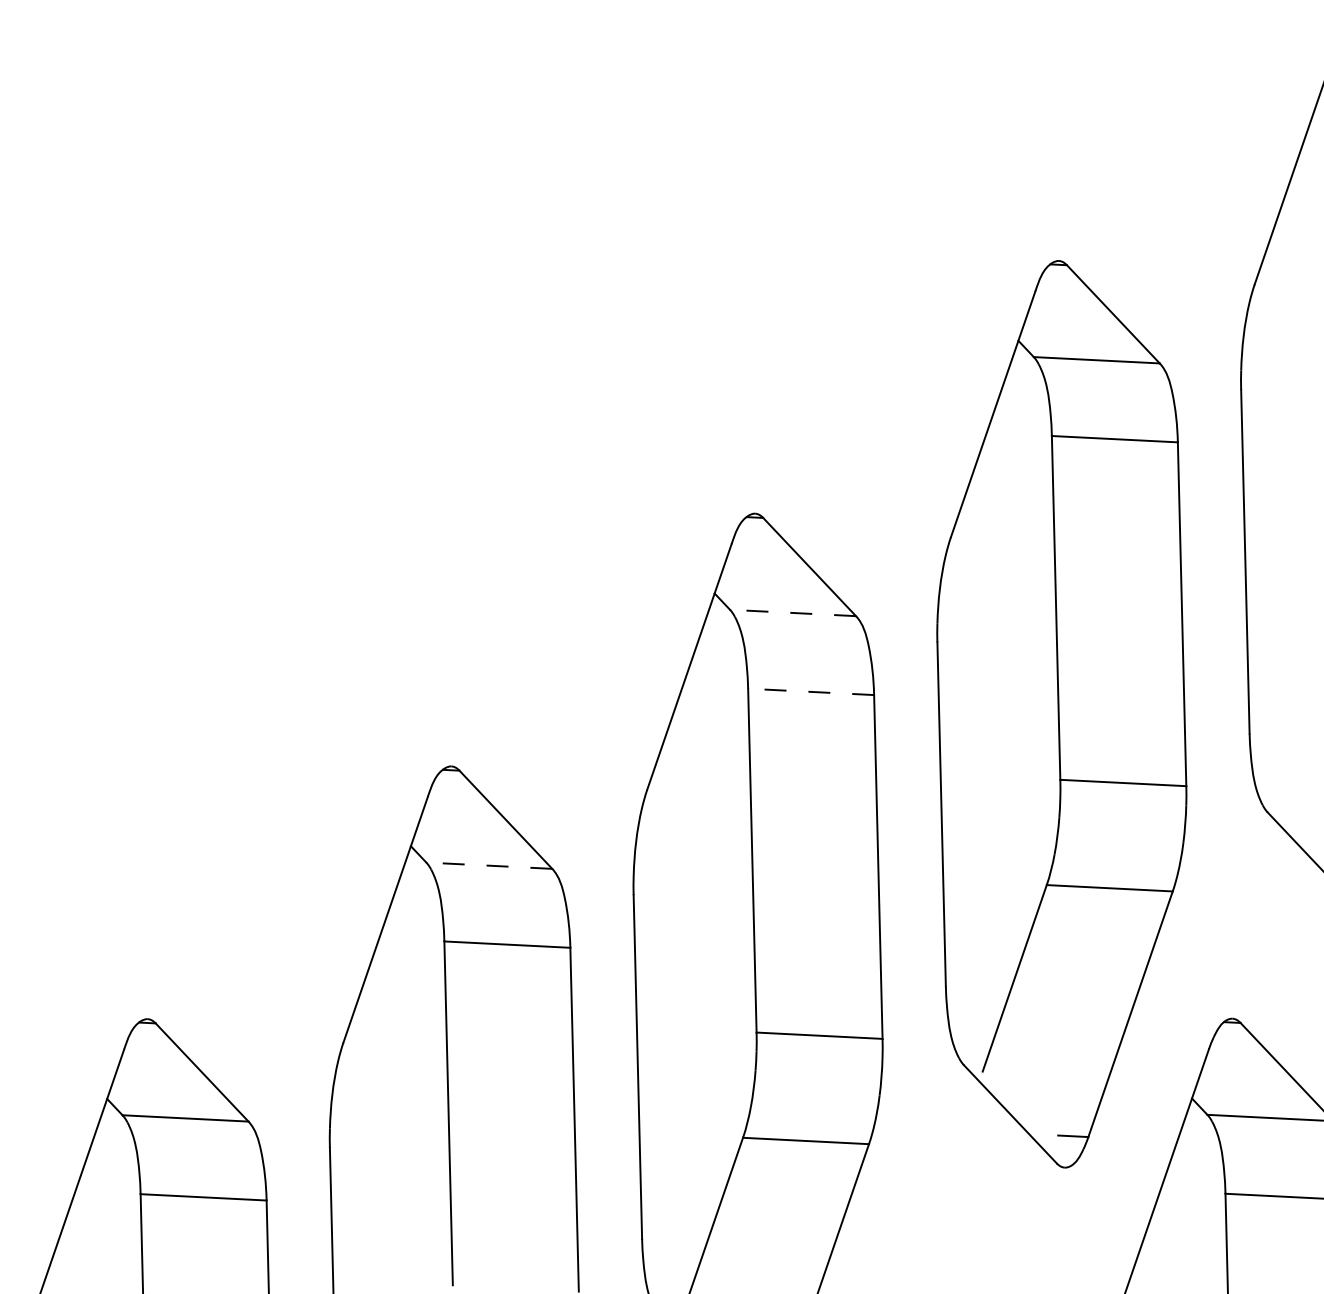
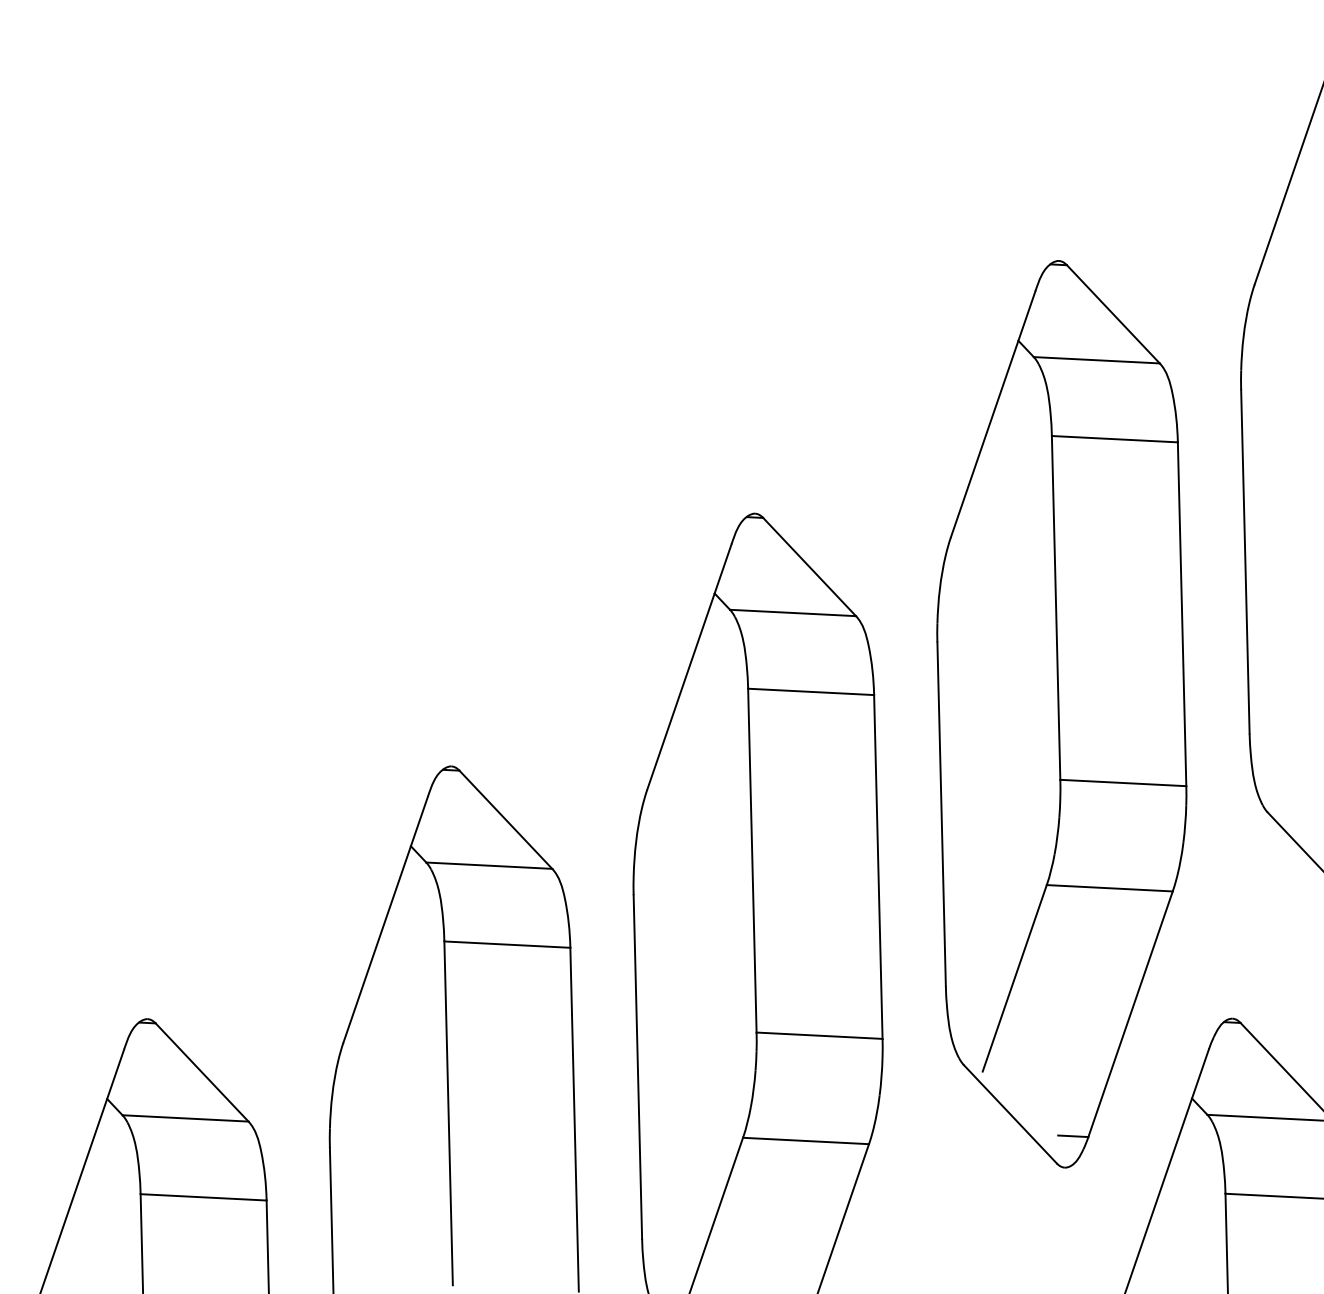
line at (792, 612): dashed -> solid
line at (810, 691): dashed -> solid
line at (488, 865): dashed -> solid
